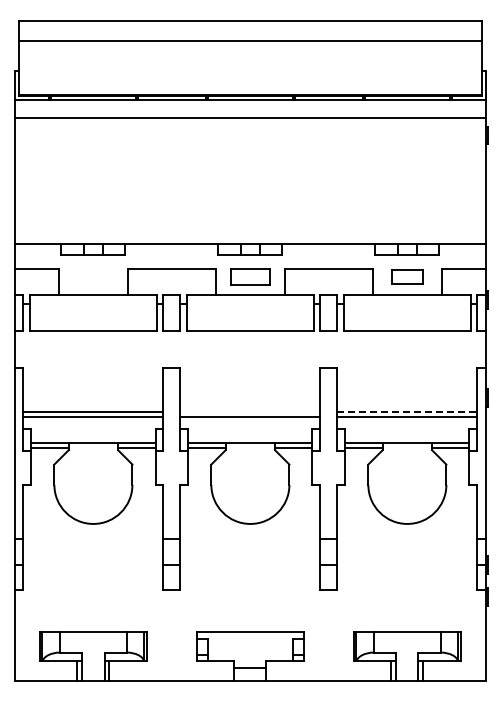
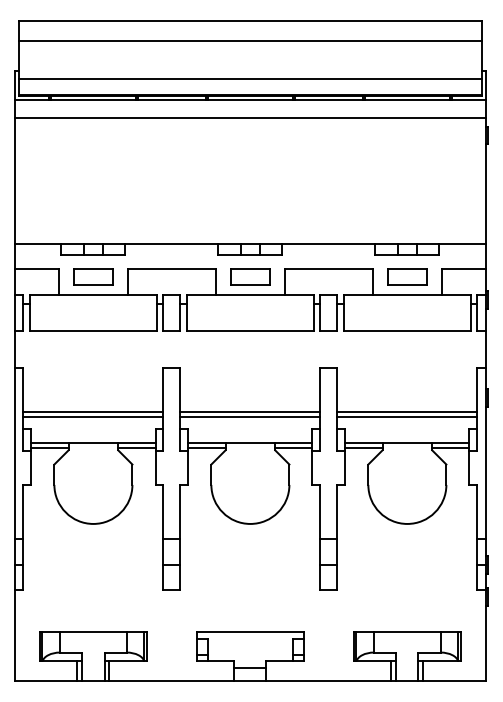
line at (249, 78): none -> present
part at (93, 276): none -> present
part at (407, 276) size: 33x16 px -> 41x18 px
line at (250, 412): none -> present
line at (407, 412): dashed -> solid
